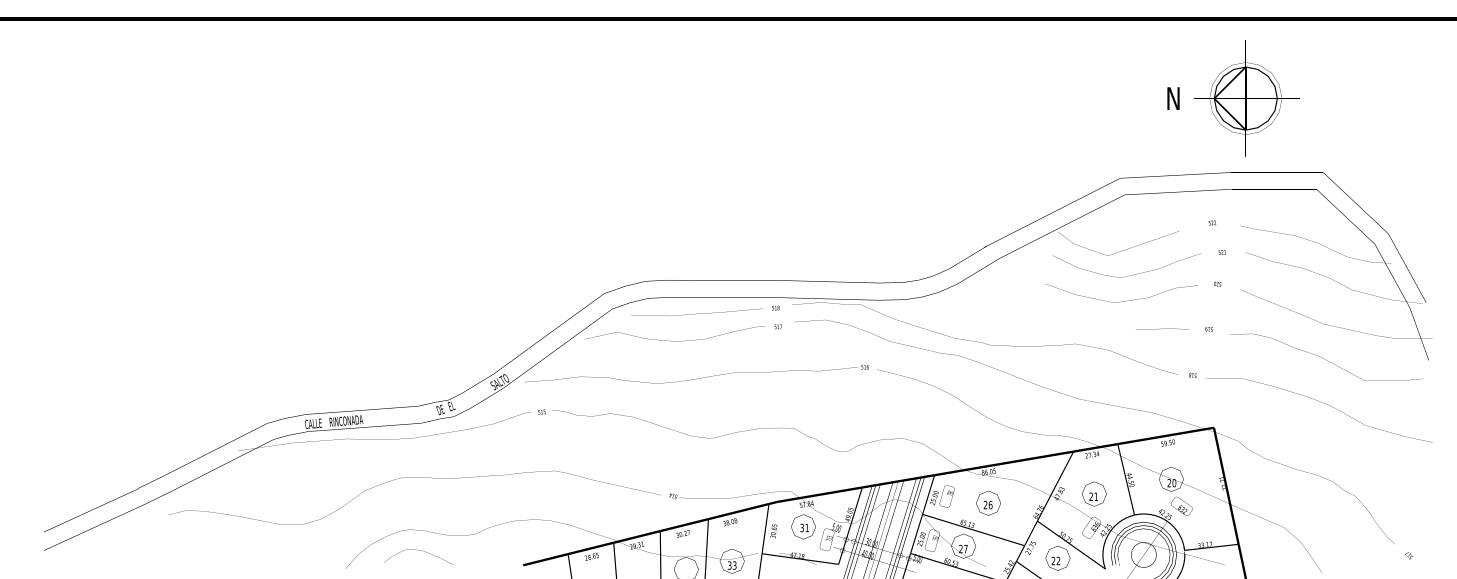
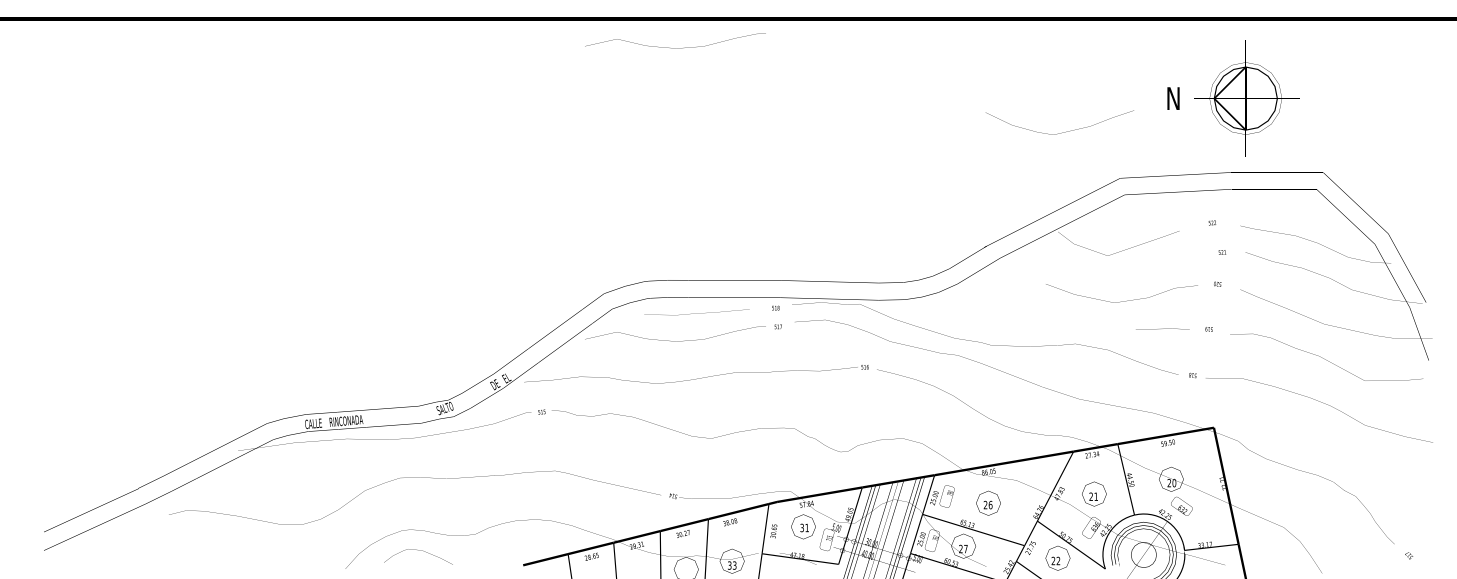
part at (675, 48): none -> present
part at (1129, 275) position: (1129, 275) -> (1062, 132)
part at (696, 311) size: 132x8 px -> 106x7 px
text at (500, 381): SALTO -> DE   EL
text at (445, 407): DE   EL -> SALTO
